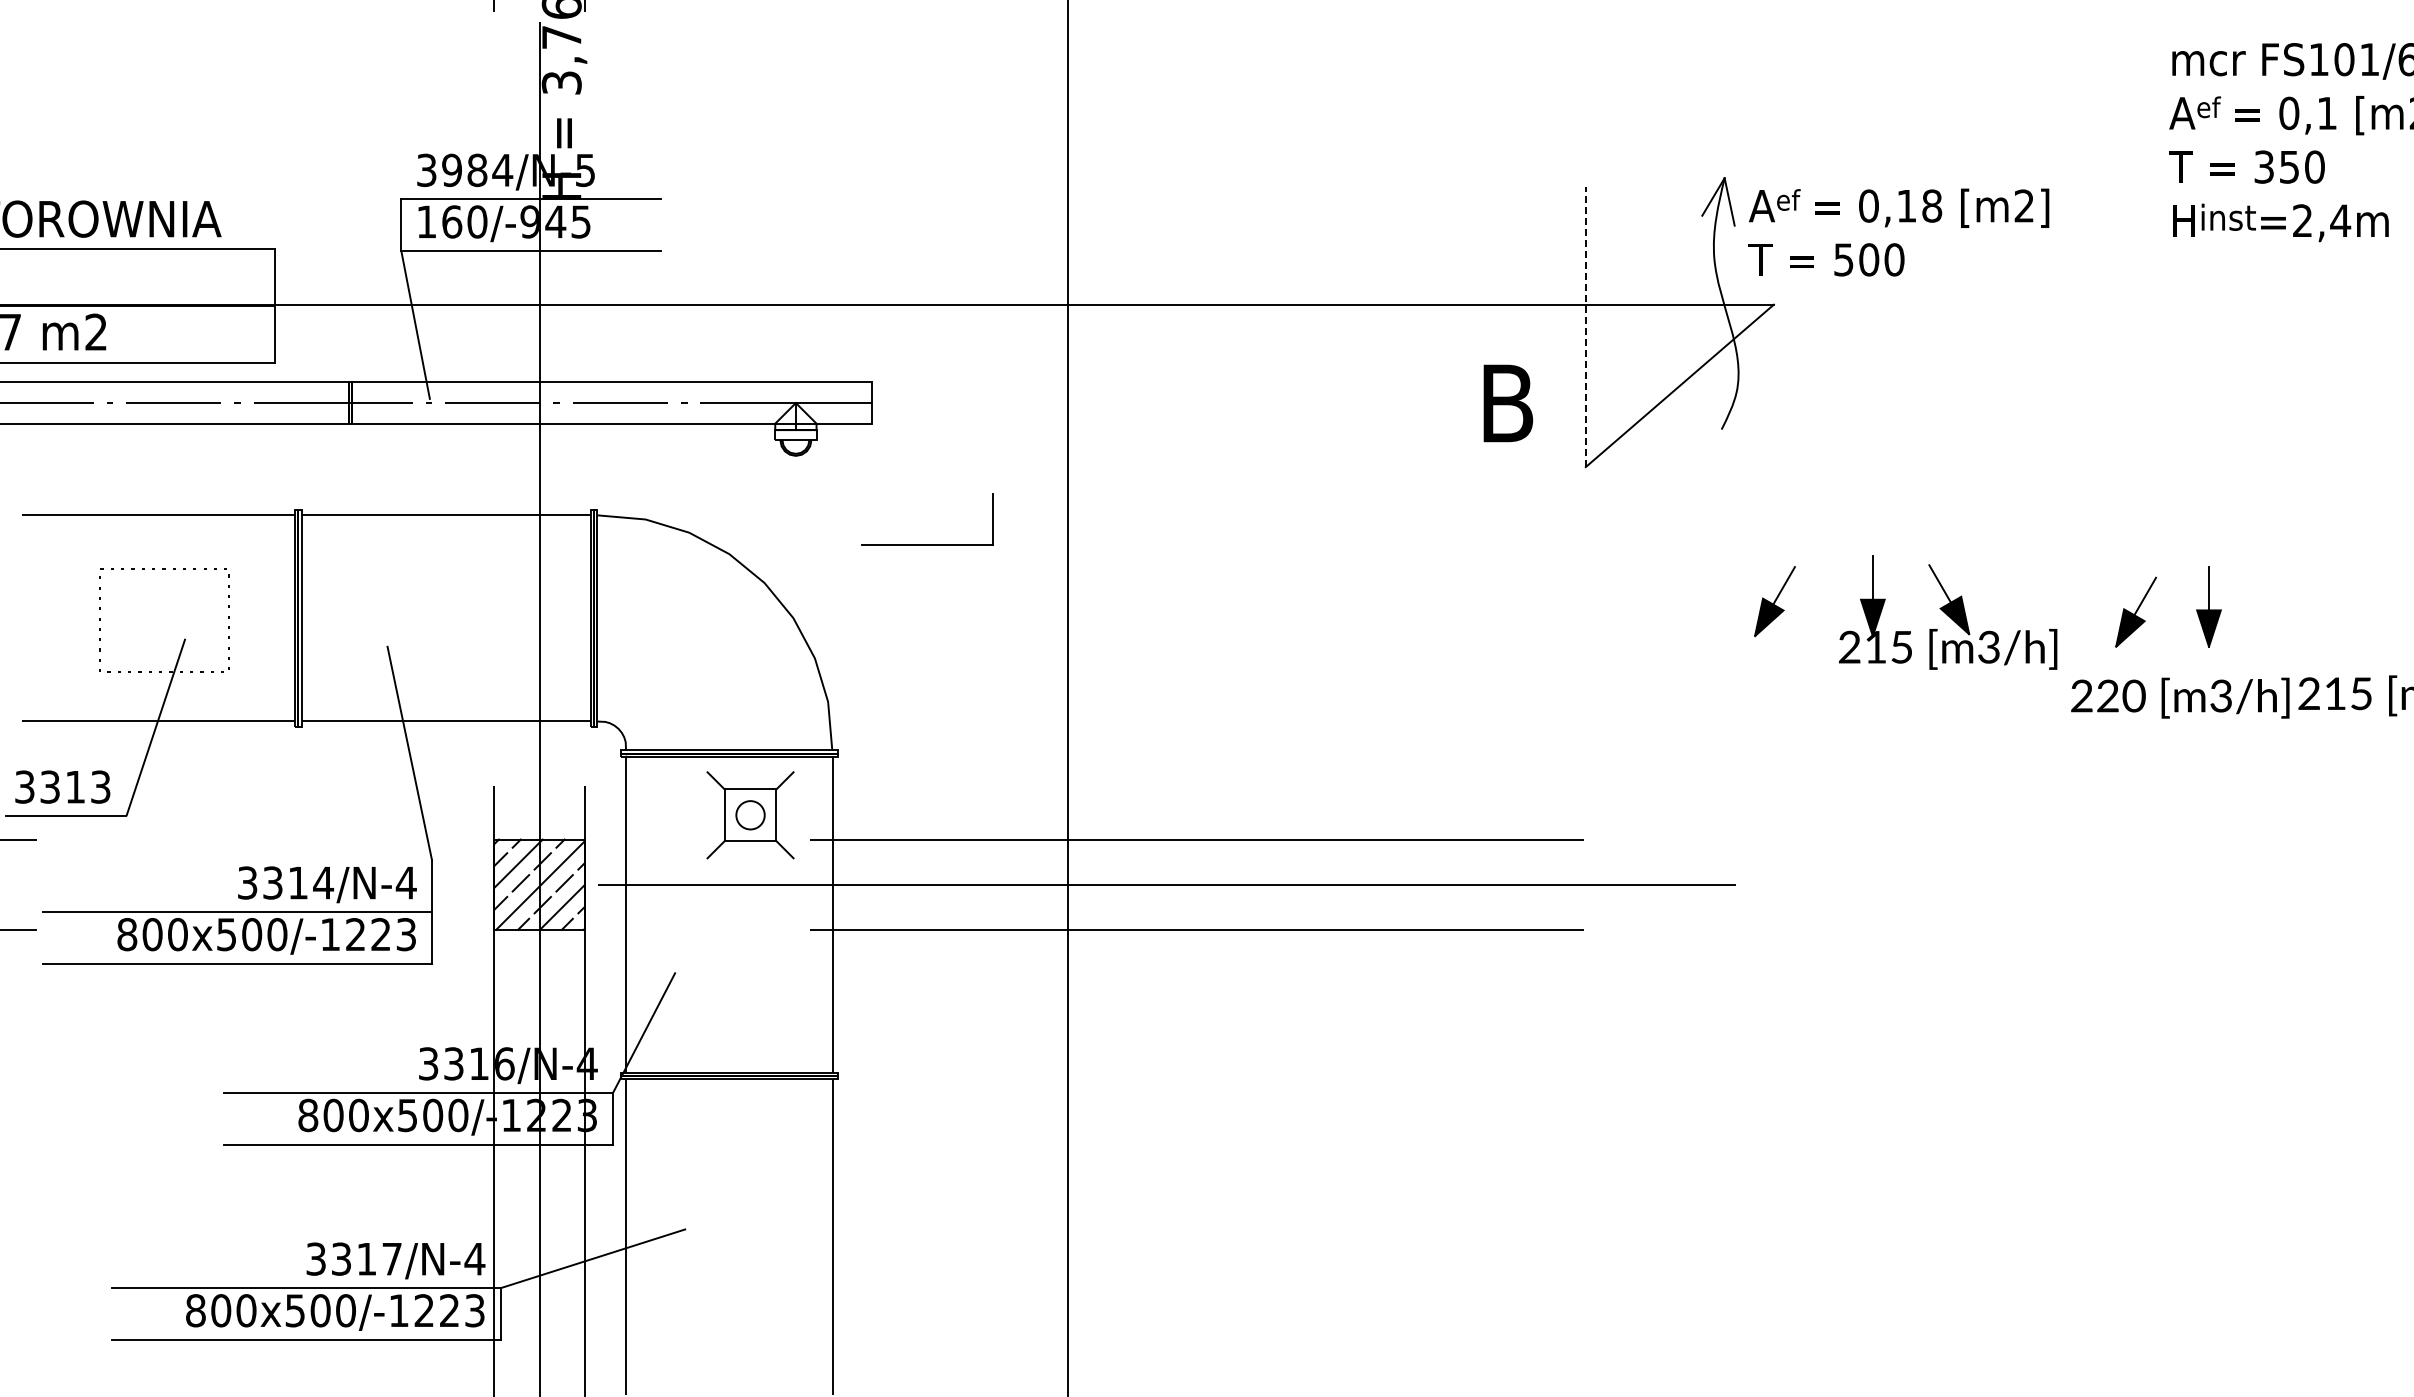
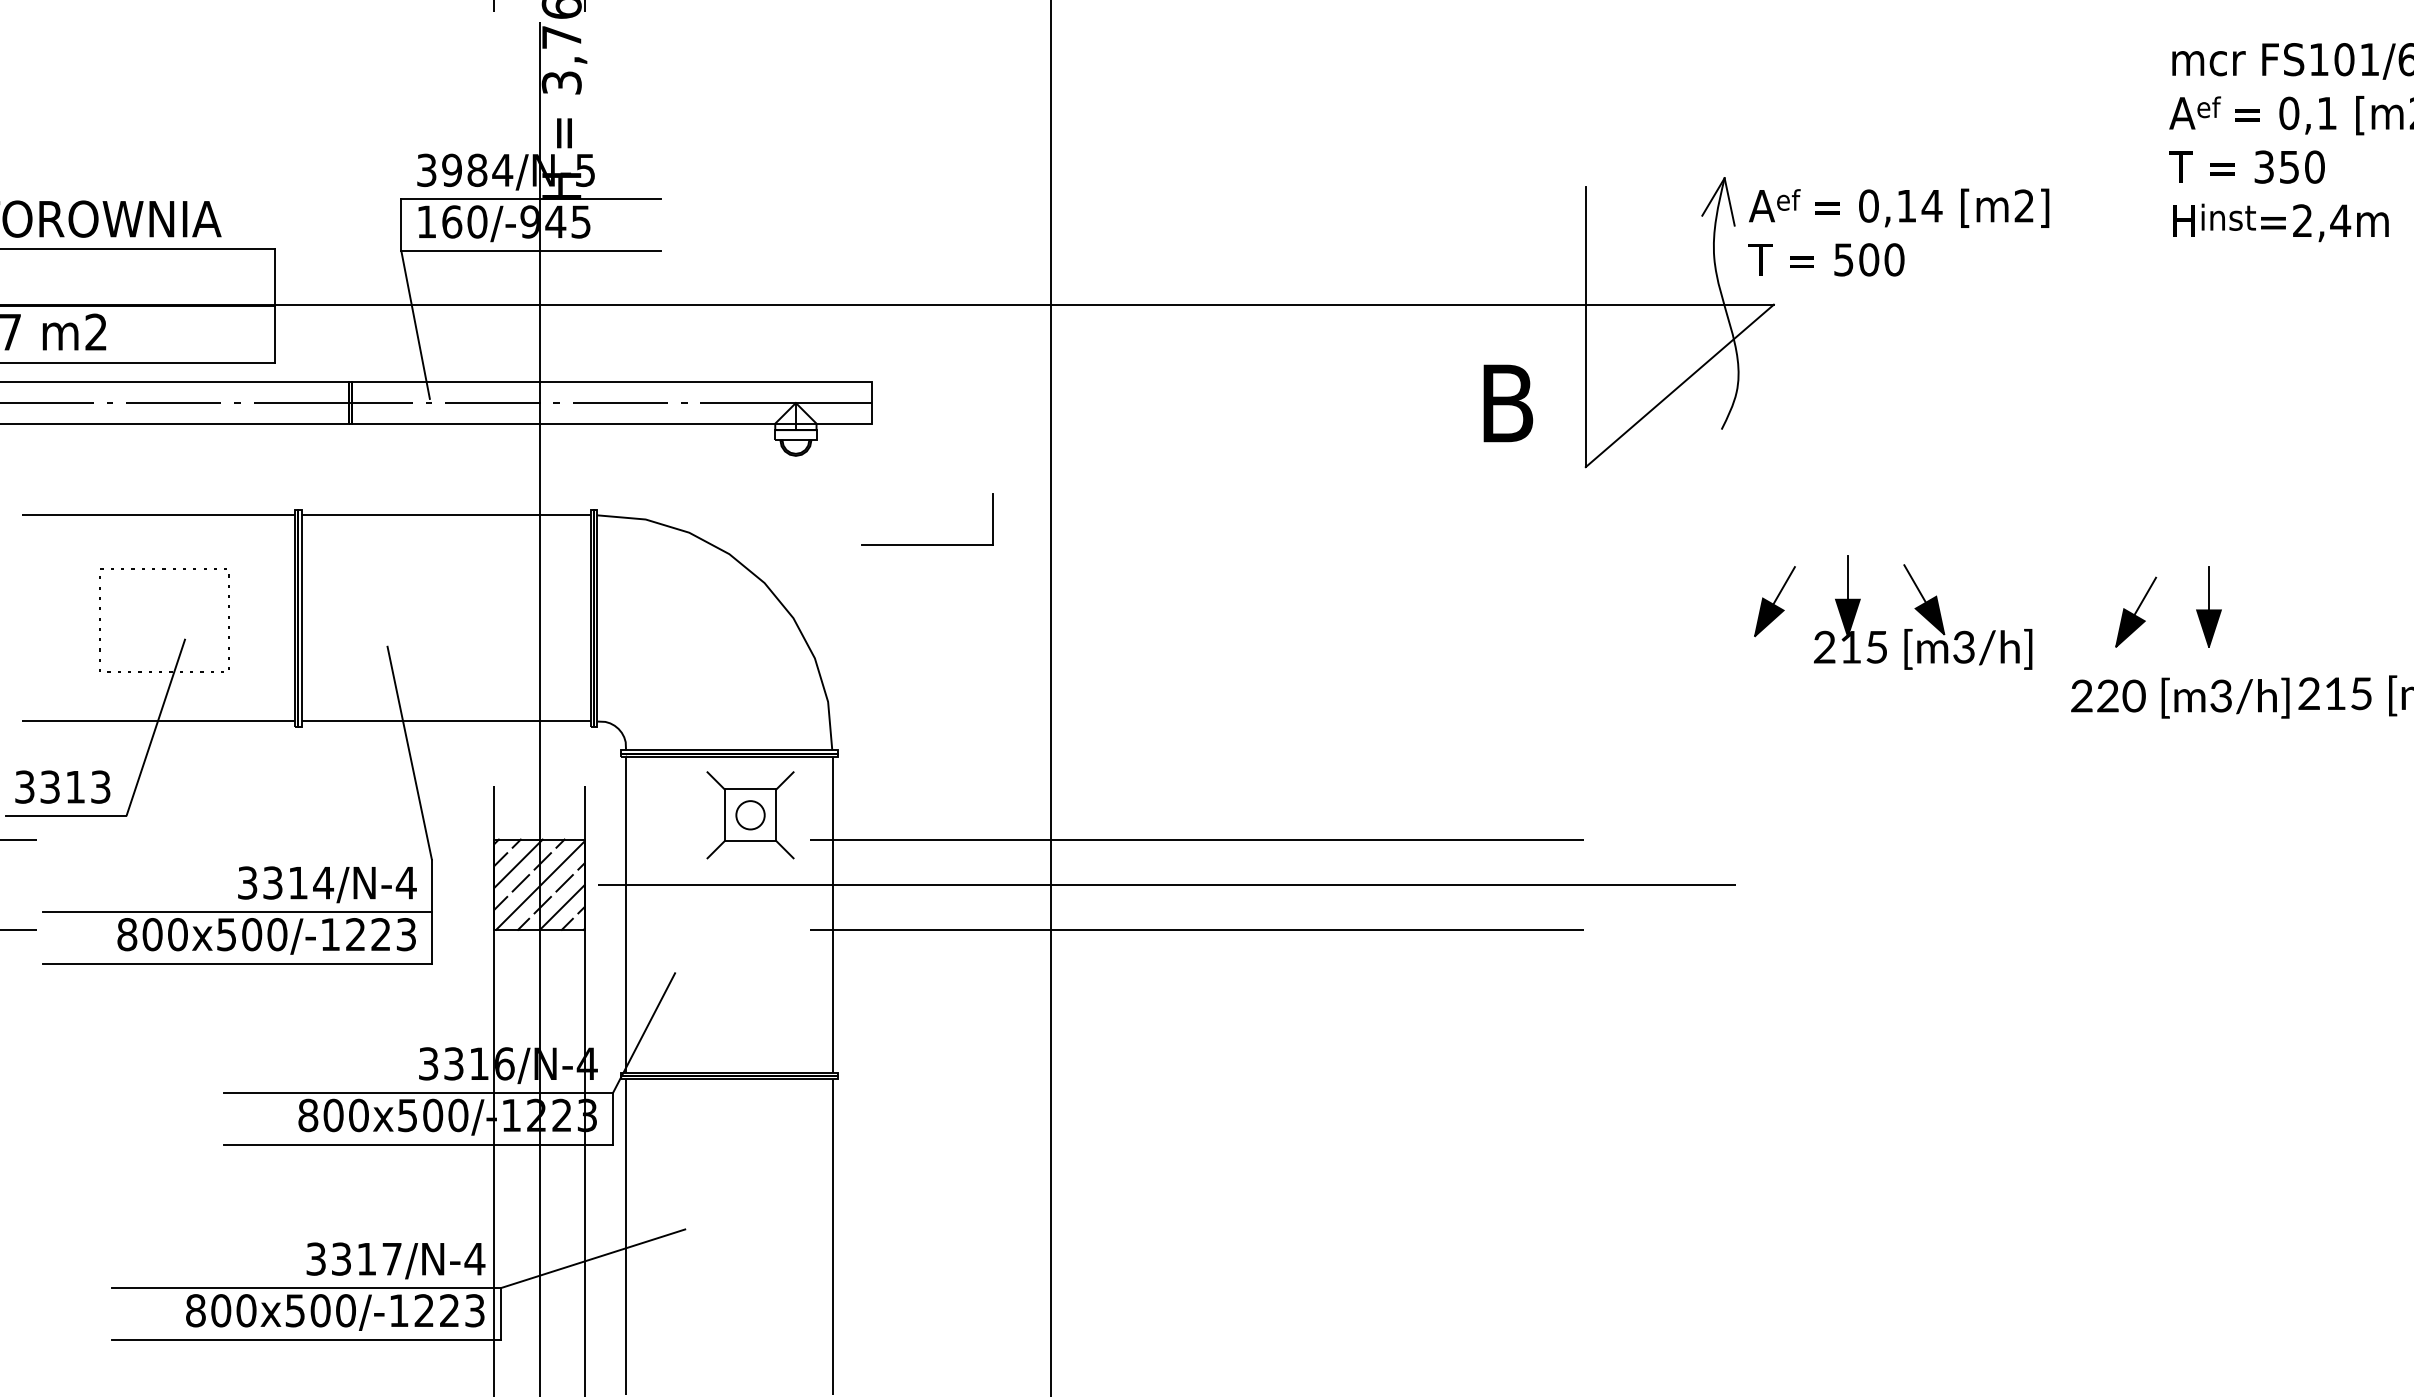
text at (1931, 205): 0,18 -> 0,14
line at (1585, 326): dashed -> solid
part at (1948, 612) position: (1948, 612) -> (1923, 612)
line at (1068, 697) position: (1068, 697) -> (1051, 697)
